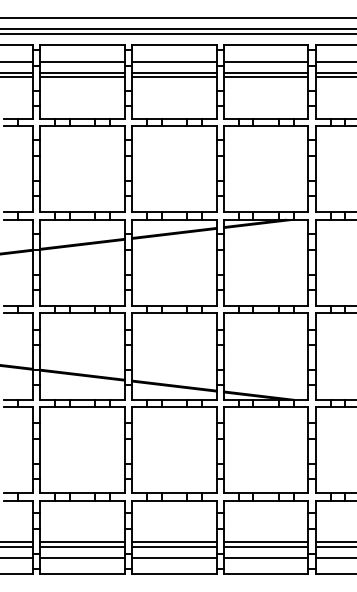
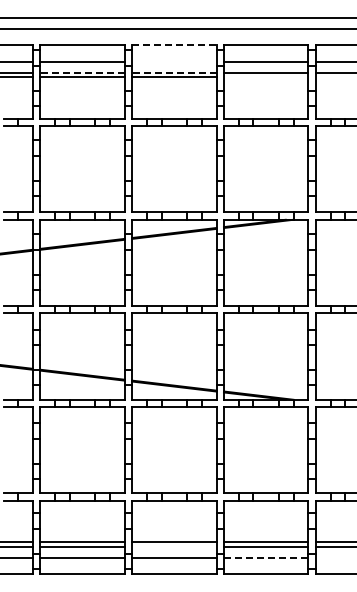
line at (177, 34): present -> none
line at (174, 45): solid -> dashed
line at (174, 61): present -> none
line at (82, 72): solid -> dashed
line at (173, 72): solid -> dashed
line at (265, 77): present -> none
line at (334, 77): present -> none
line at (174, 546): present -> none
line at (266, 557): solid -> dashed
line at (334, 557): present -> none
